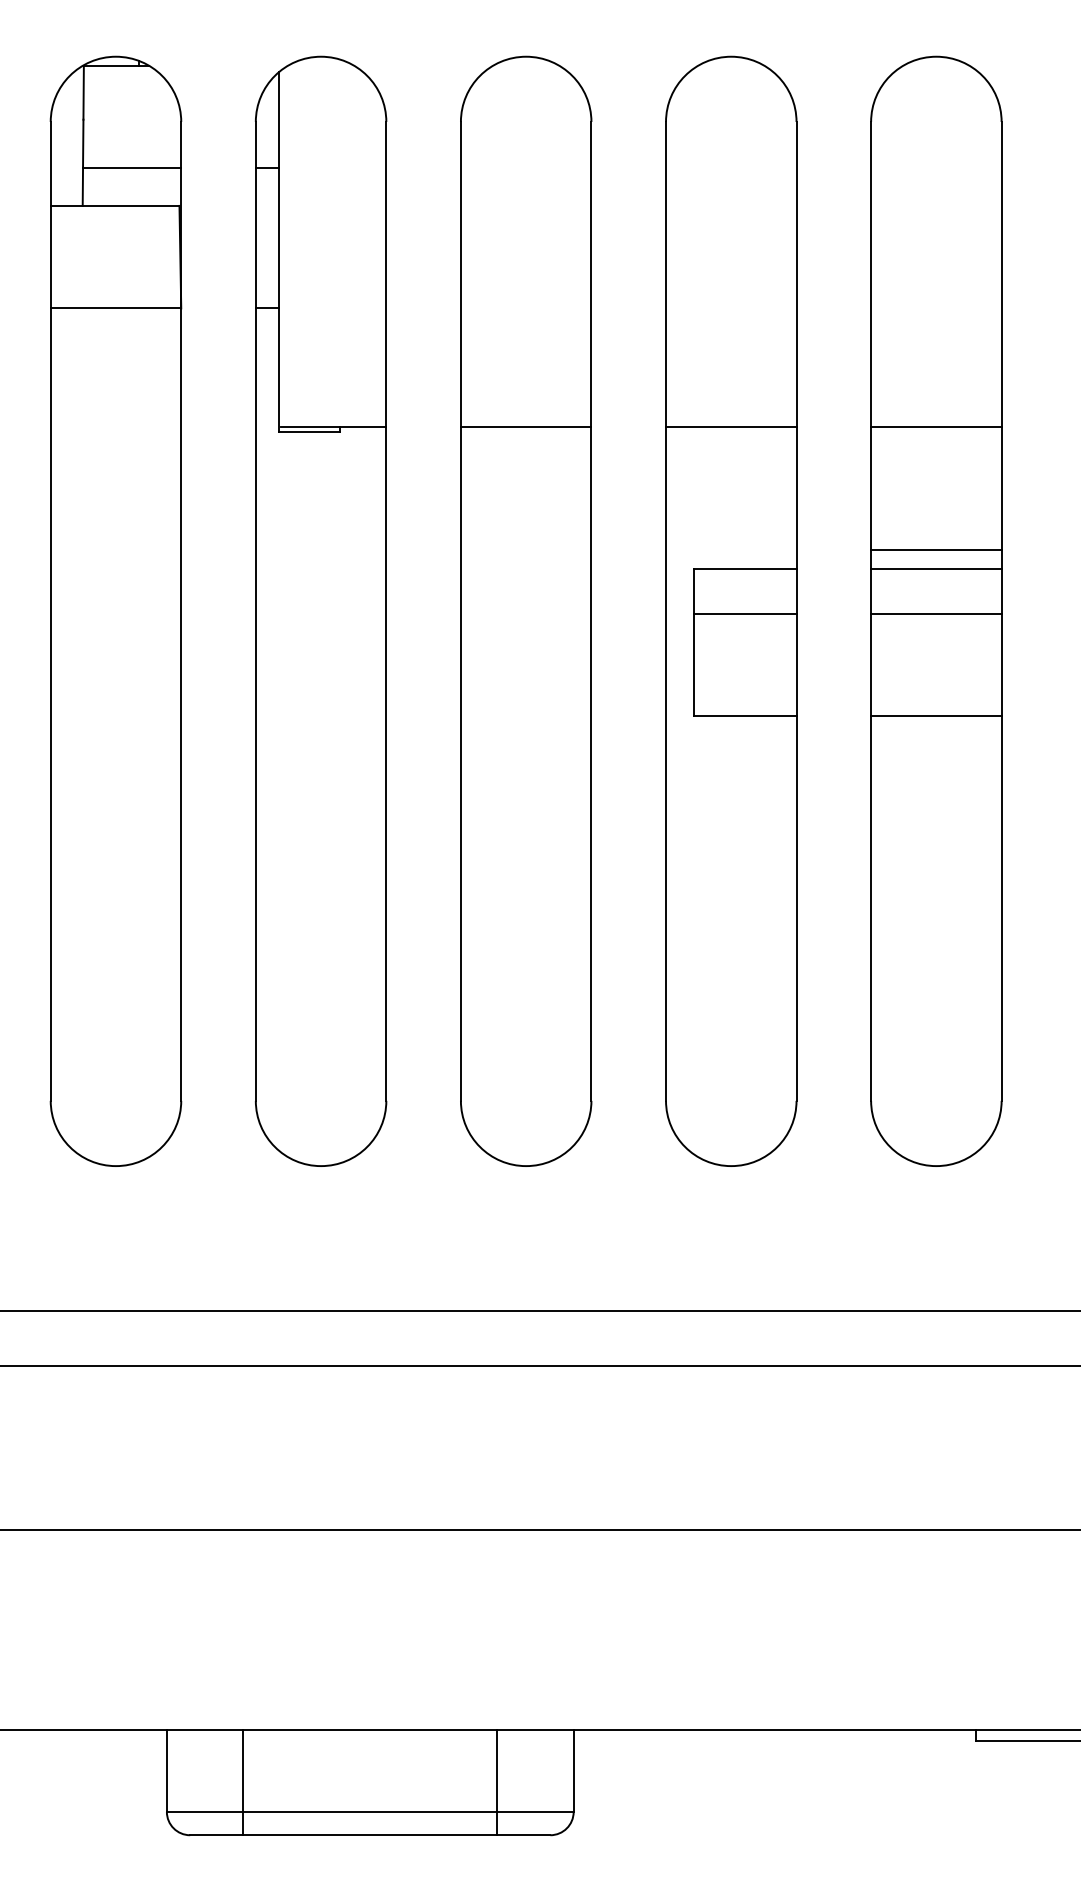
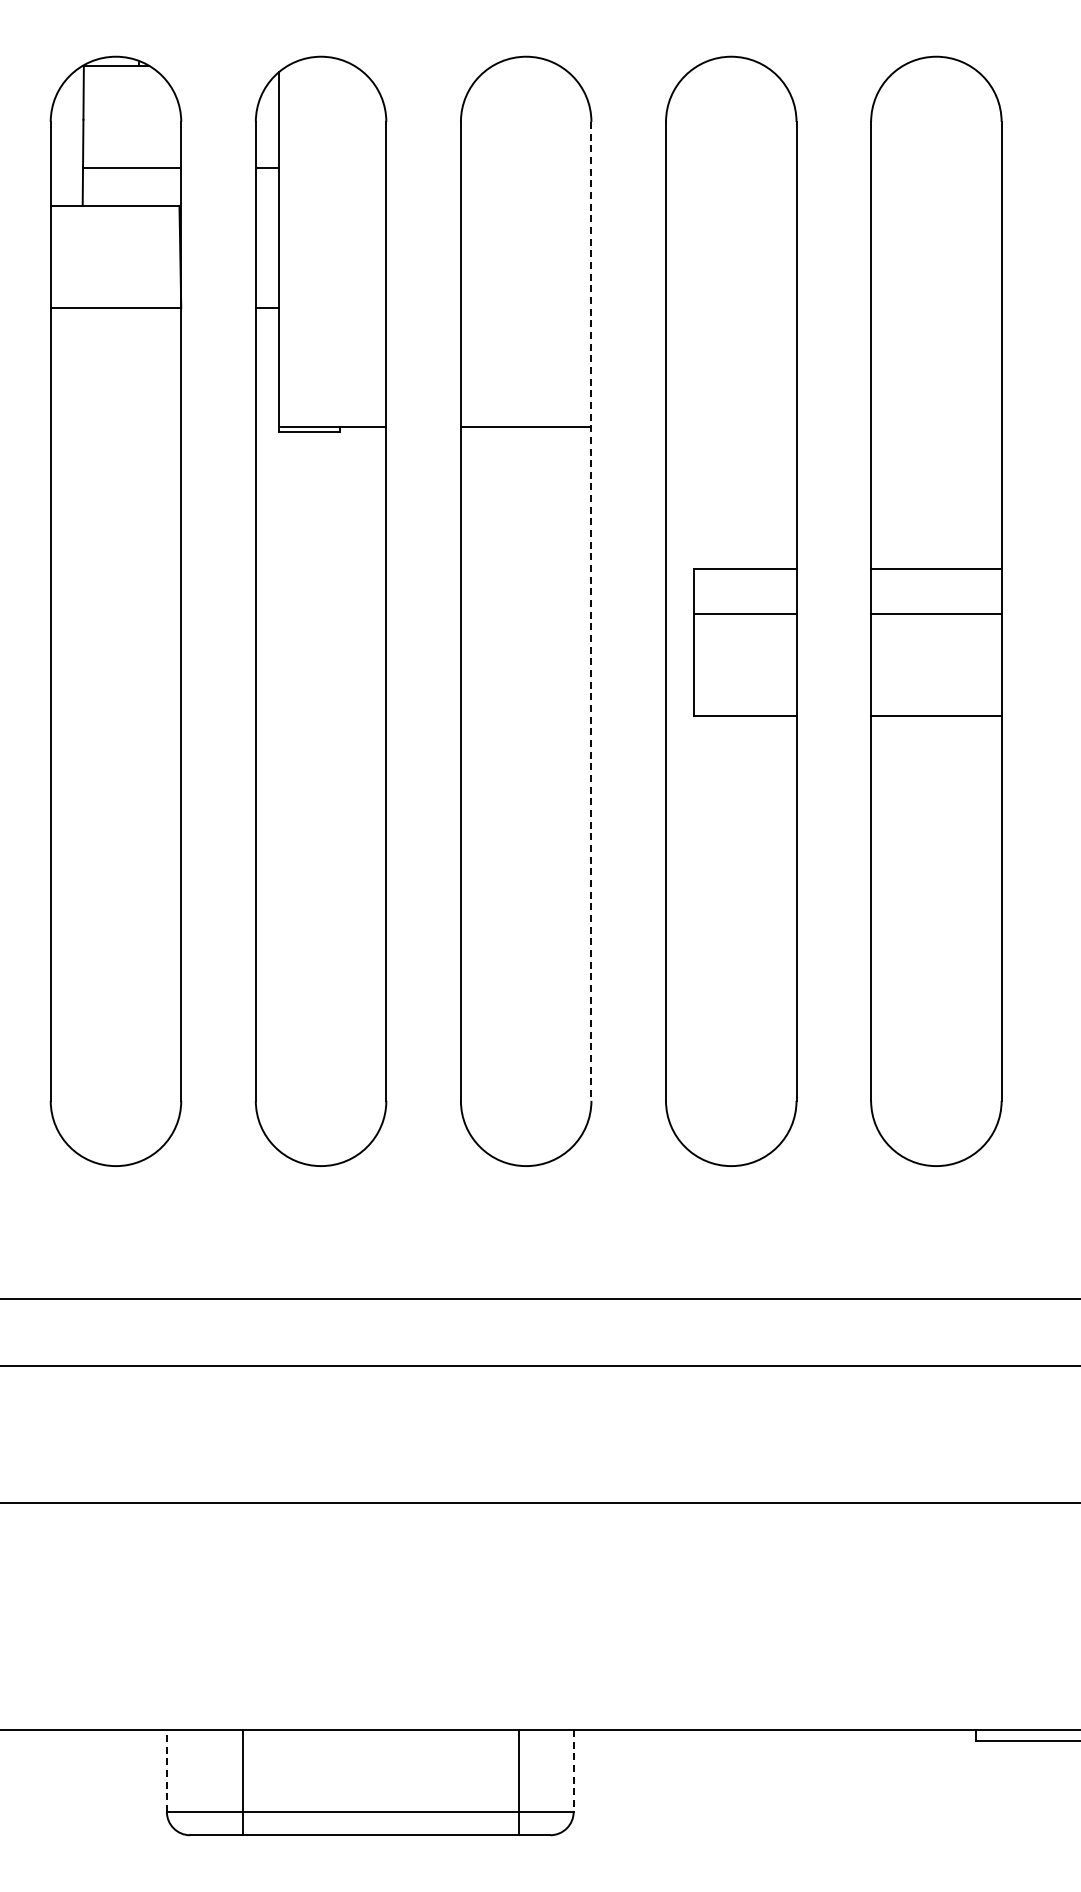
line at (731, 427): present -> none
line at (936, 427): present -> none
line at (936, 550): present -> none
line at (591, 611): solid -> dashed
line at (539, 1311) position: (539, 1311) -> (539, 1299)
line at (539, 1529) position: (539, 1529) -> (539, 1502)
line at (166, 1771): solid -> dashed
line at (573, 1771): solid -> dashed
line at (497, 1782) position: (497, 1782) -> (519, 1782)
